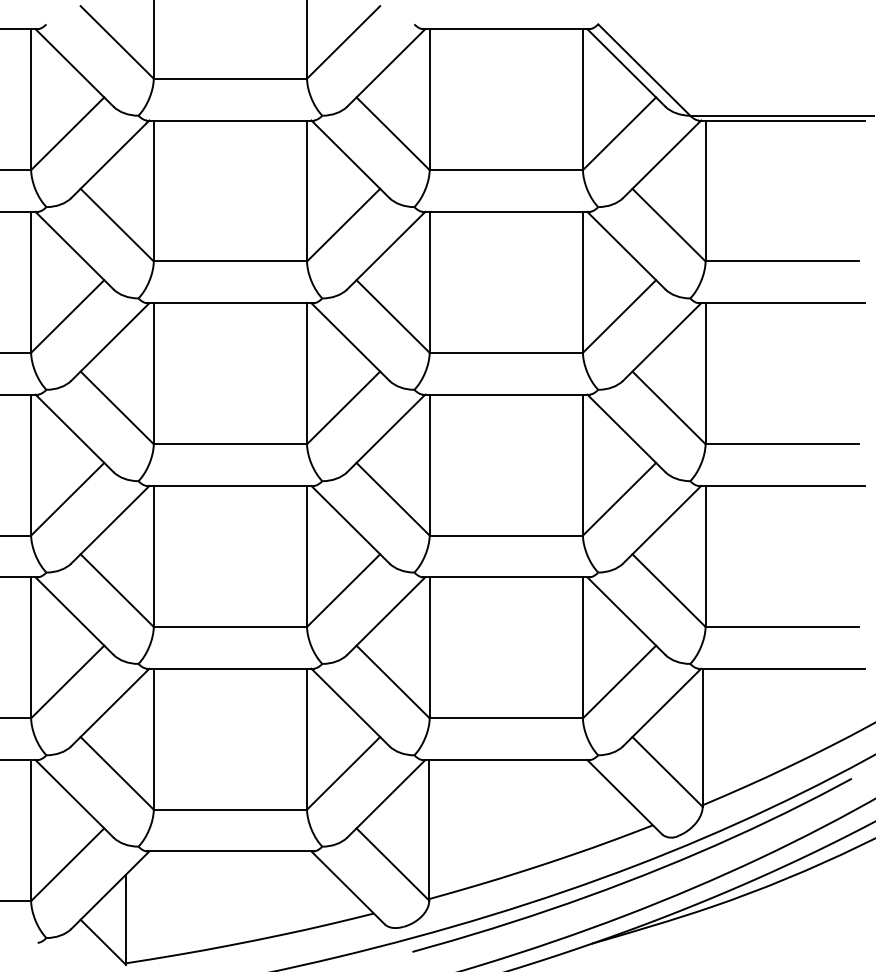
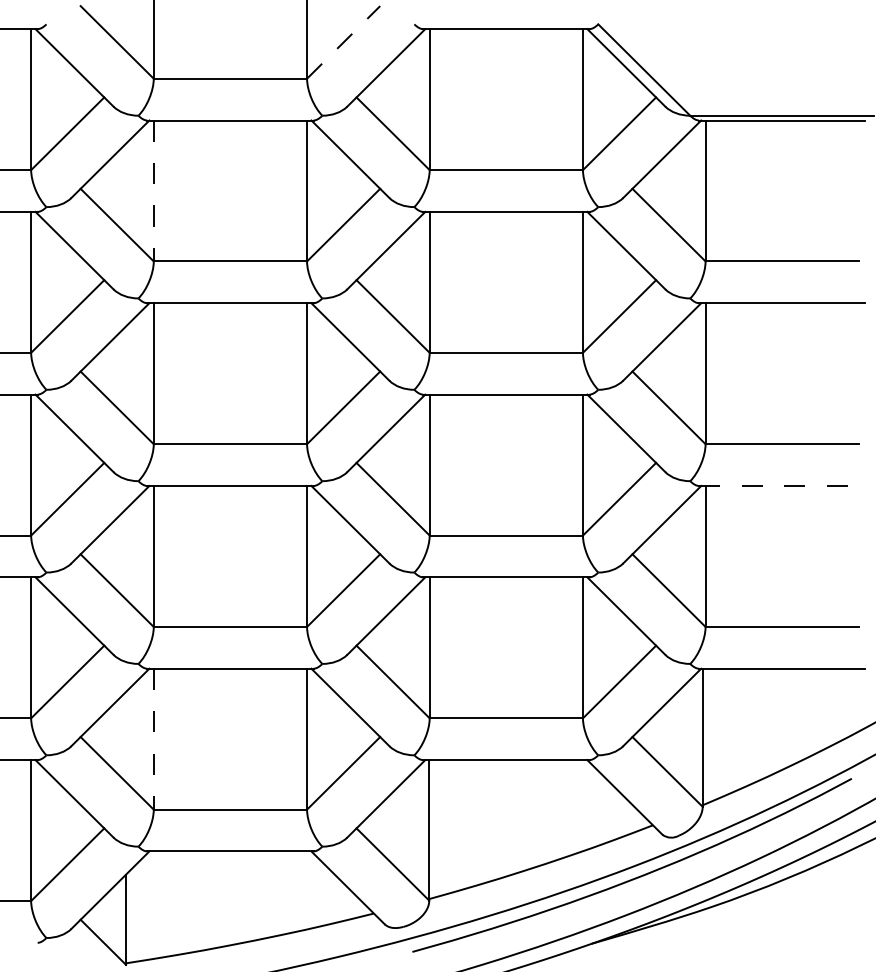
line at (343, 42): solid -> dashed
line at (153, 191): solid -> dashed
line at (782, 485): solid -> dashed
line at (153, 739): solid -> dashed
